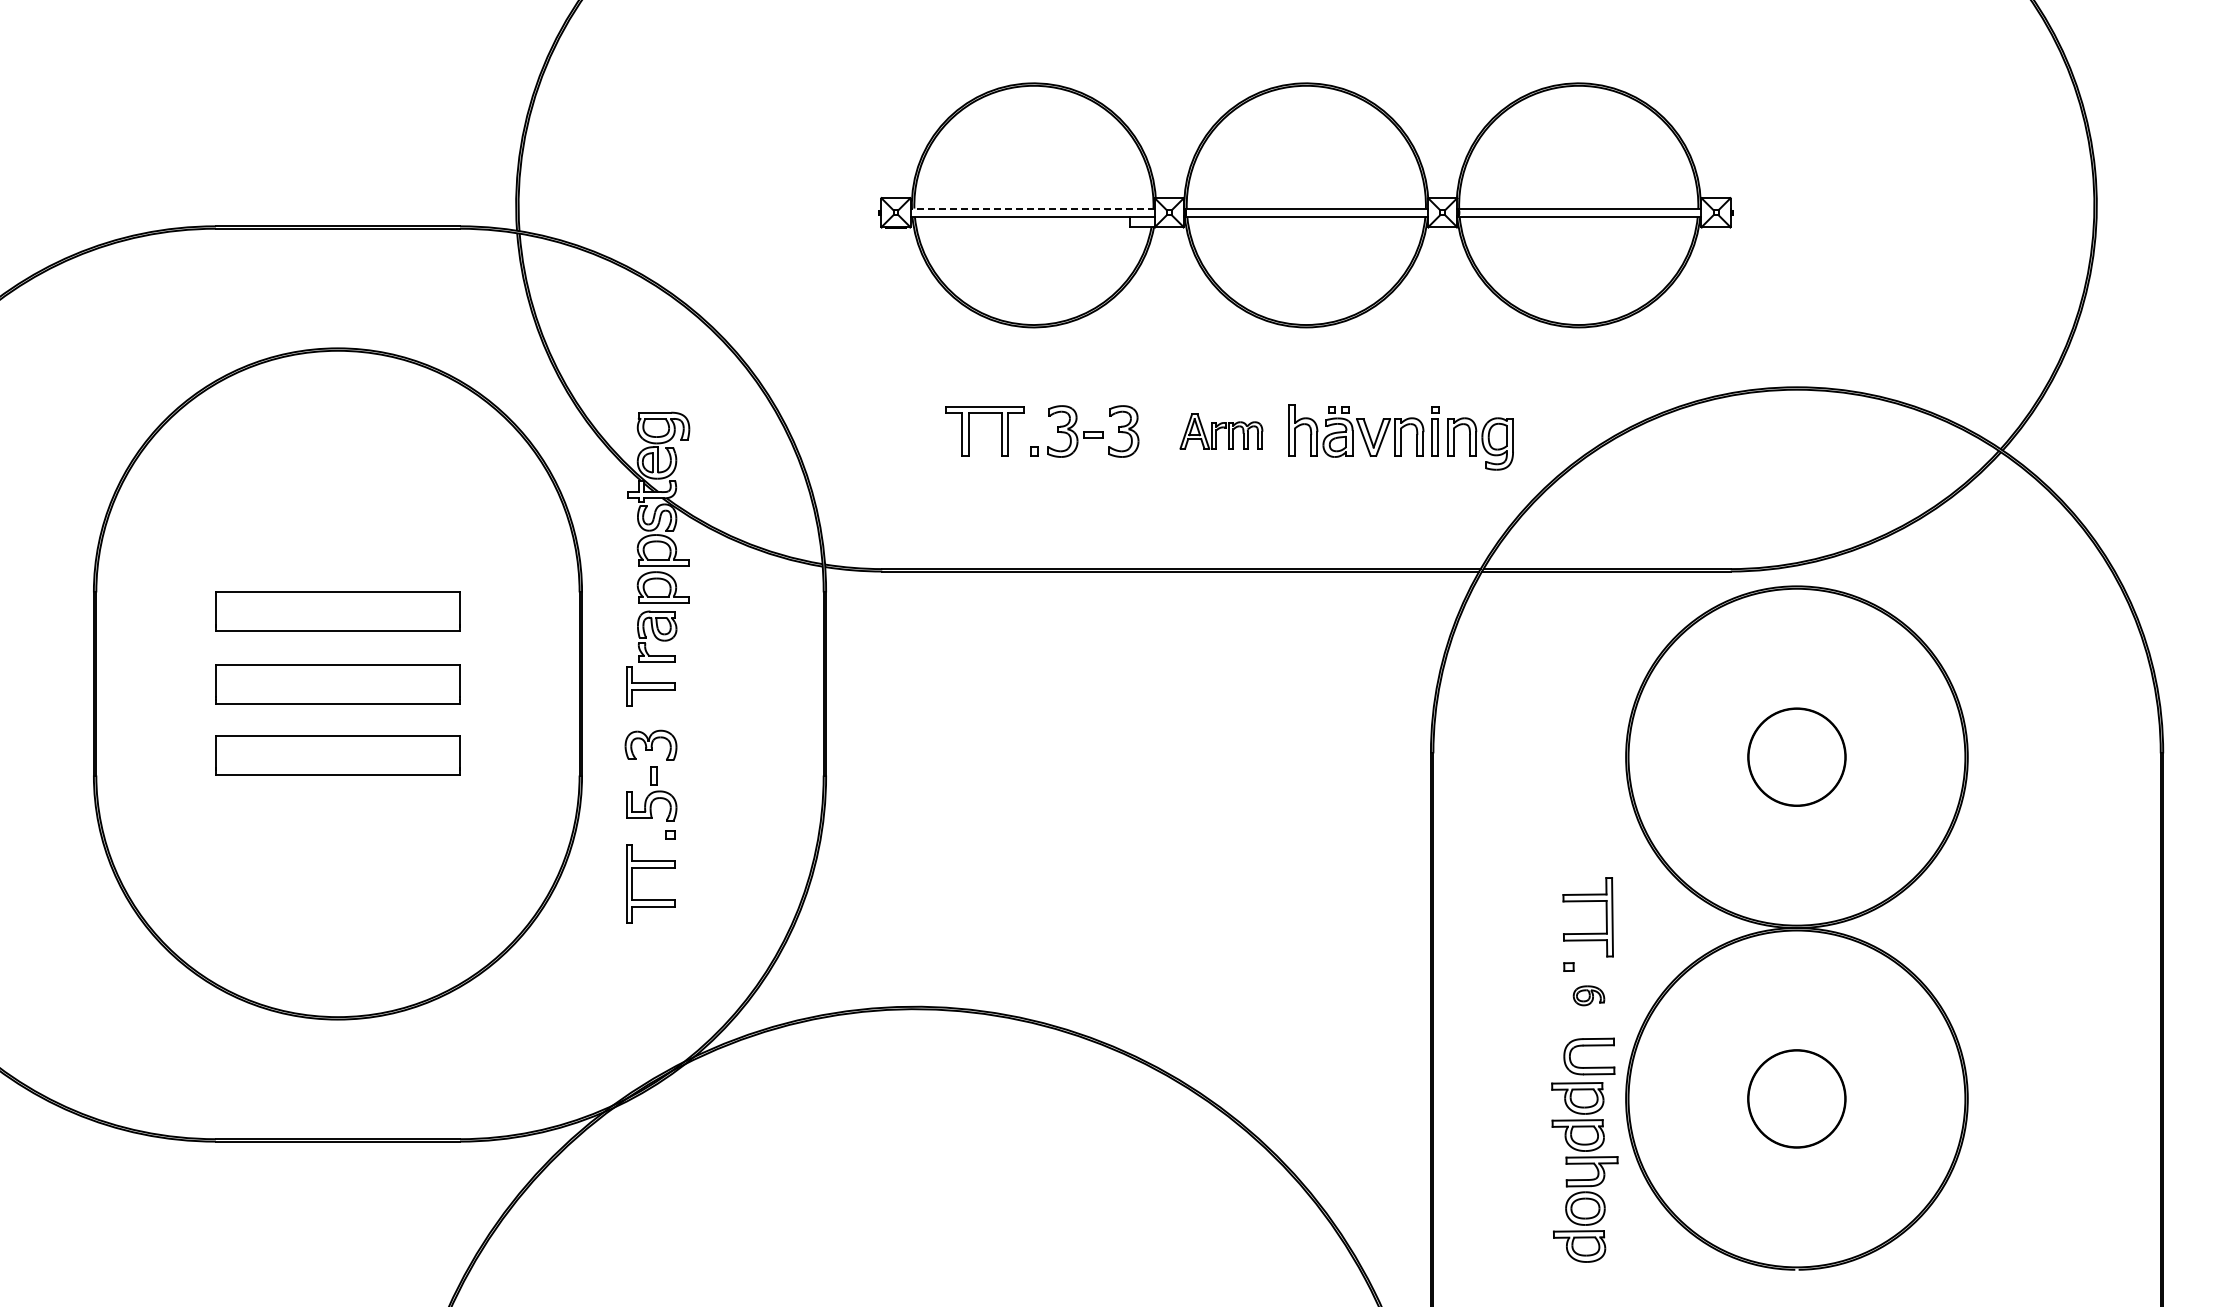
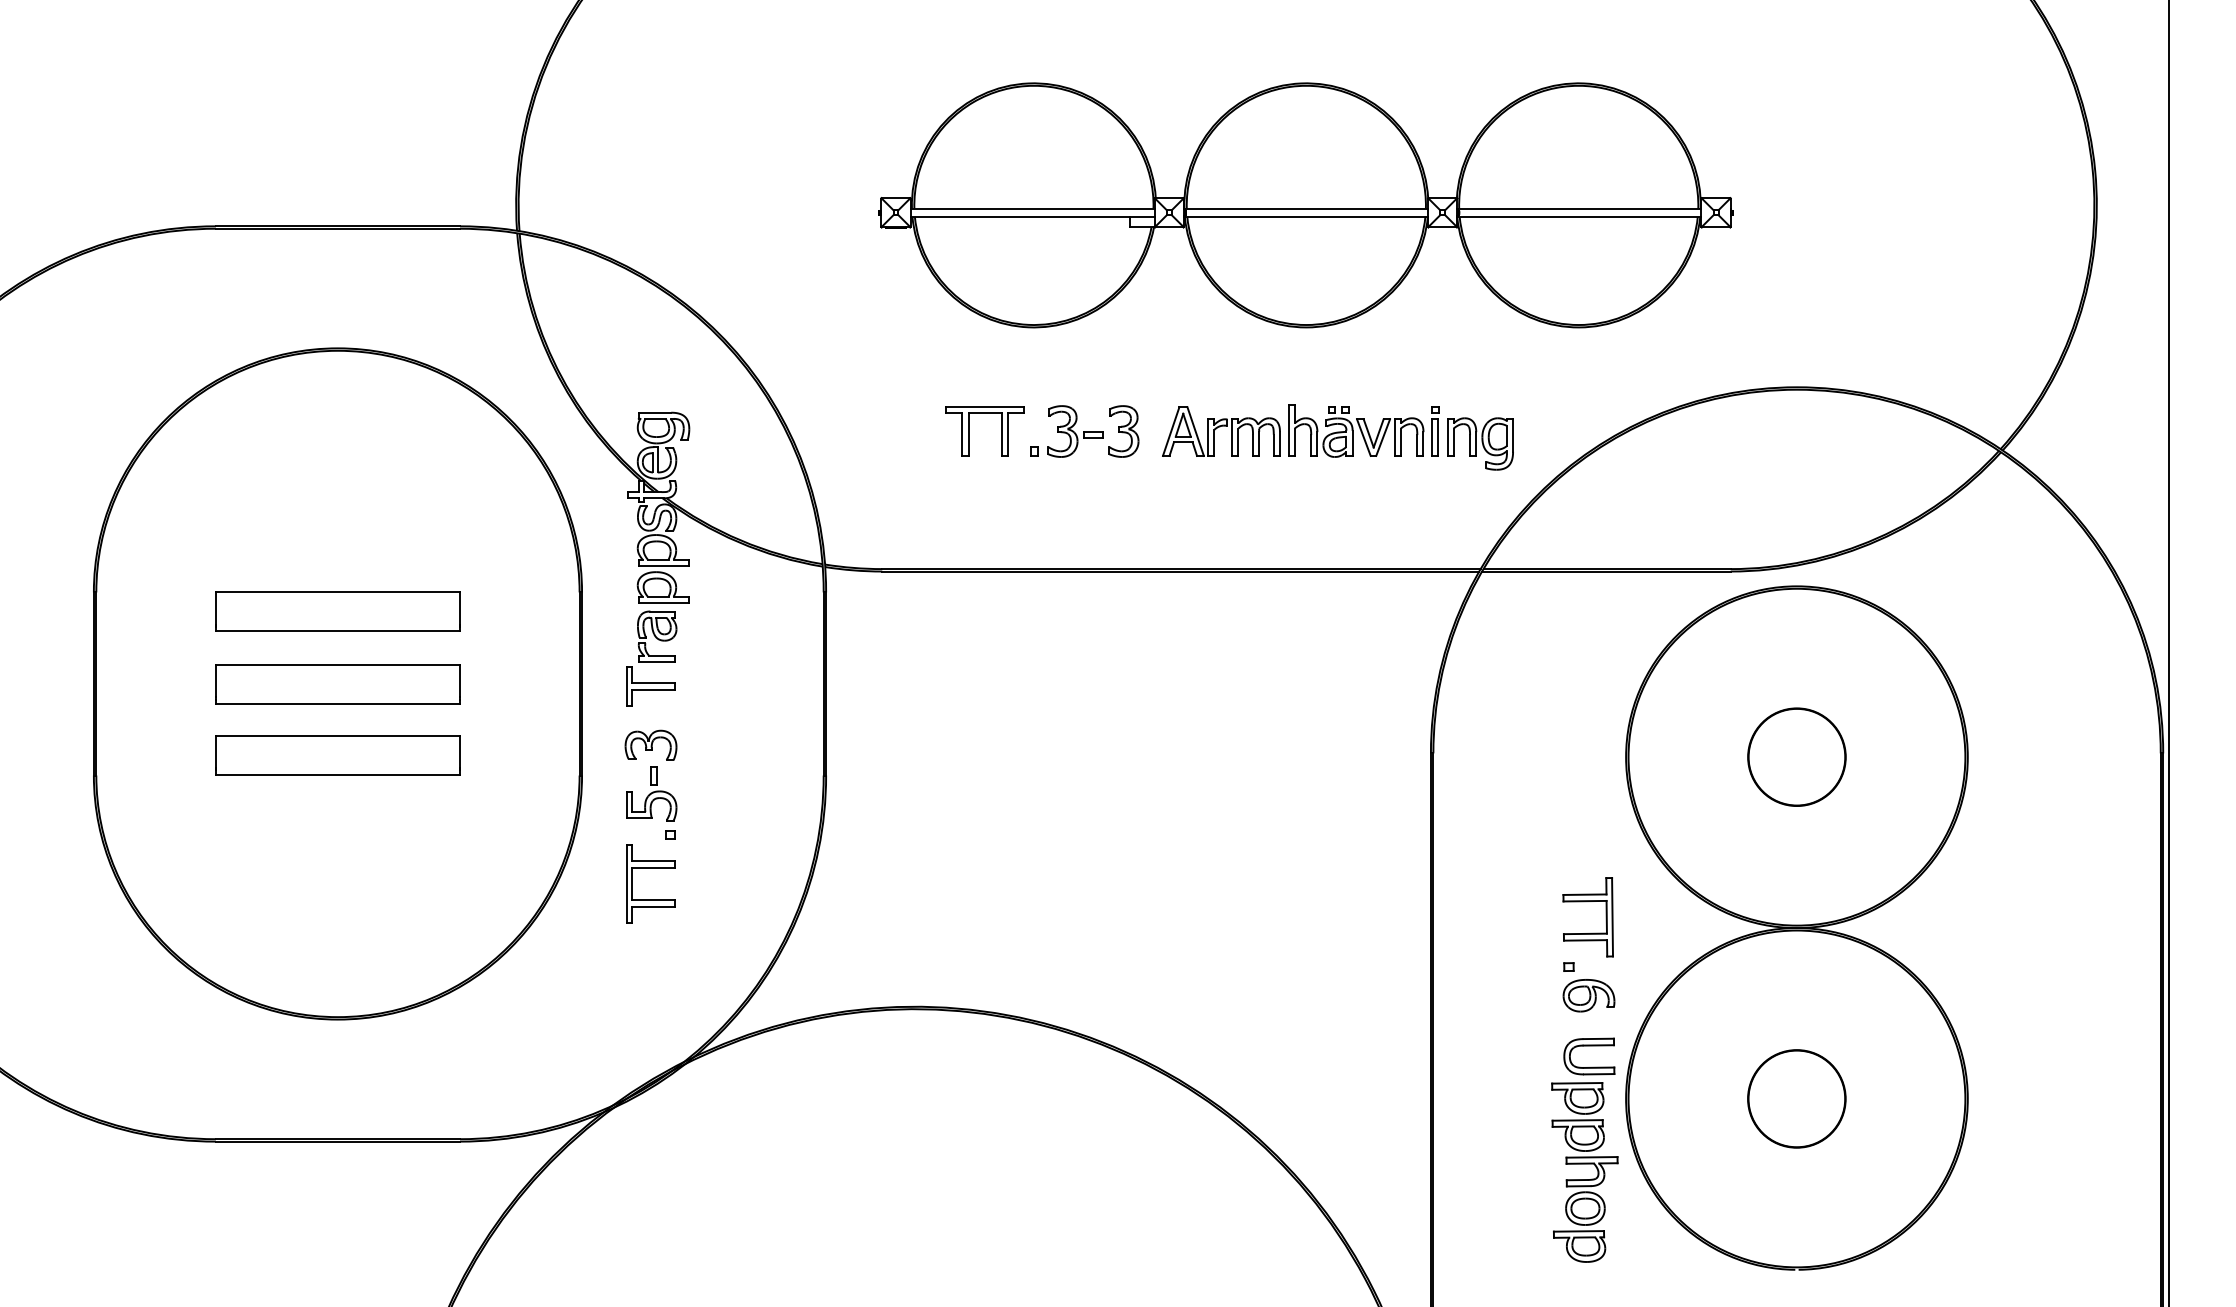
line at (1032, 208): dashed -> solid
part at (1221, 431) size: 85x37 px -> 119x51 px
line at (2168, 652): none -> present
part at (1588, 995) size: 34x22 px -> 54x34 px
